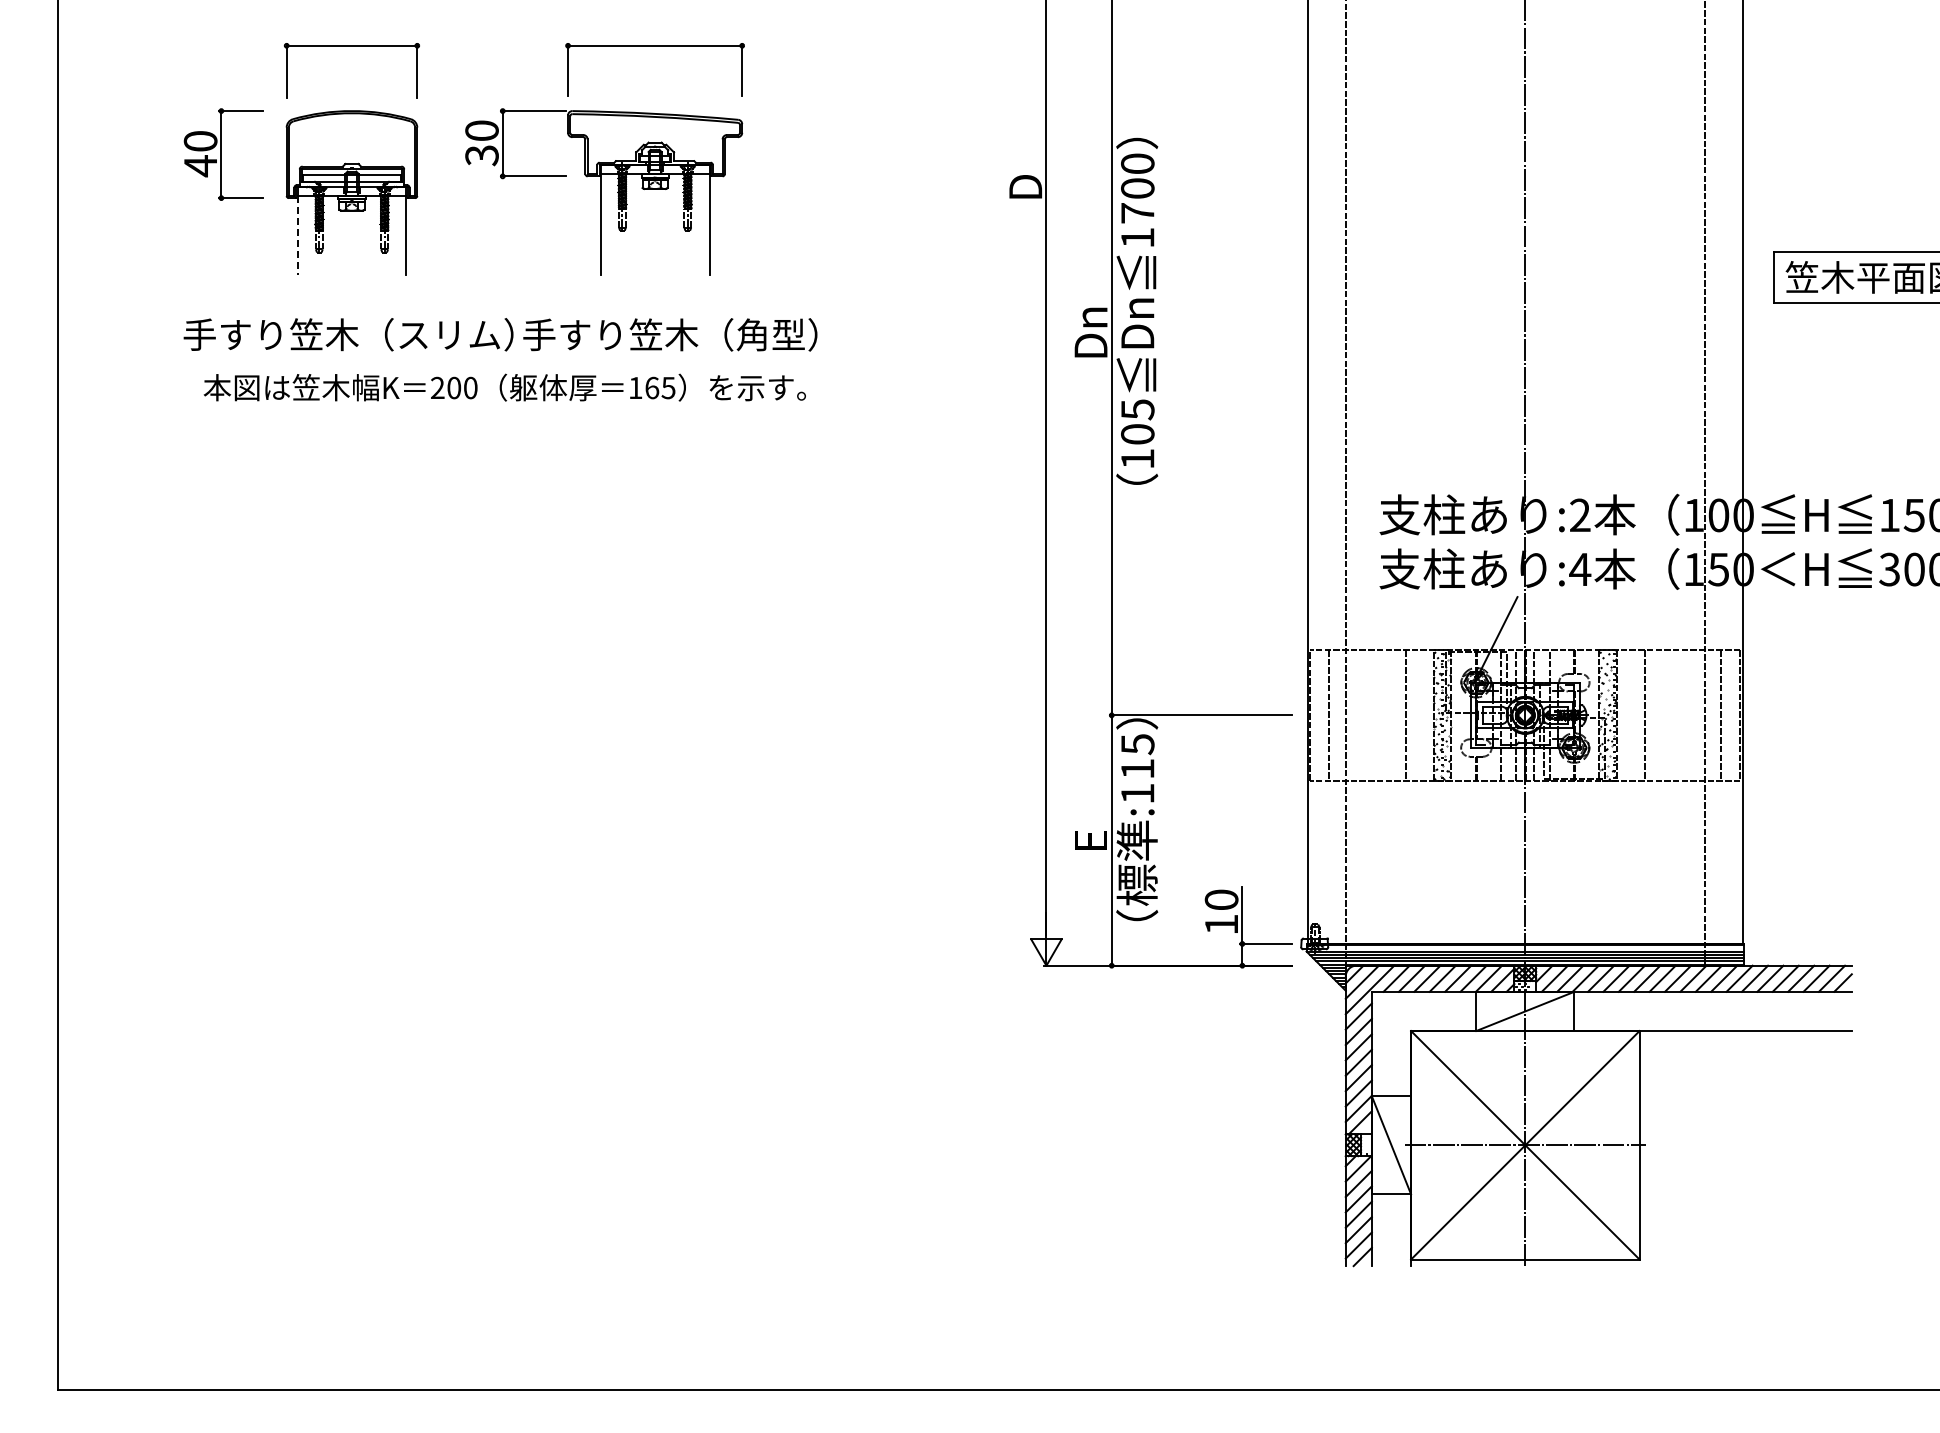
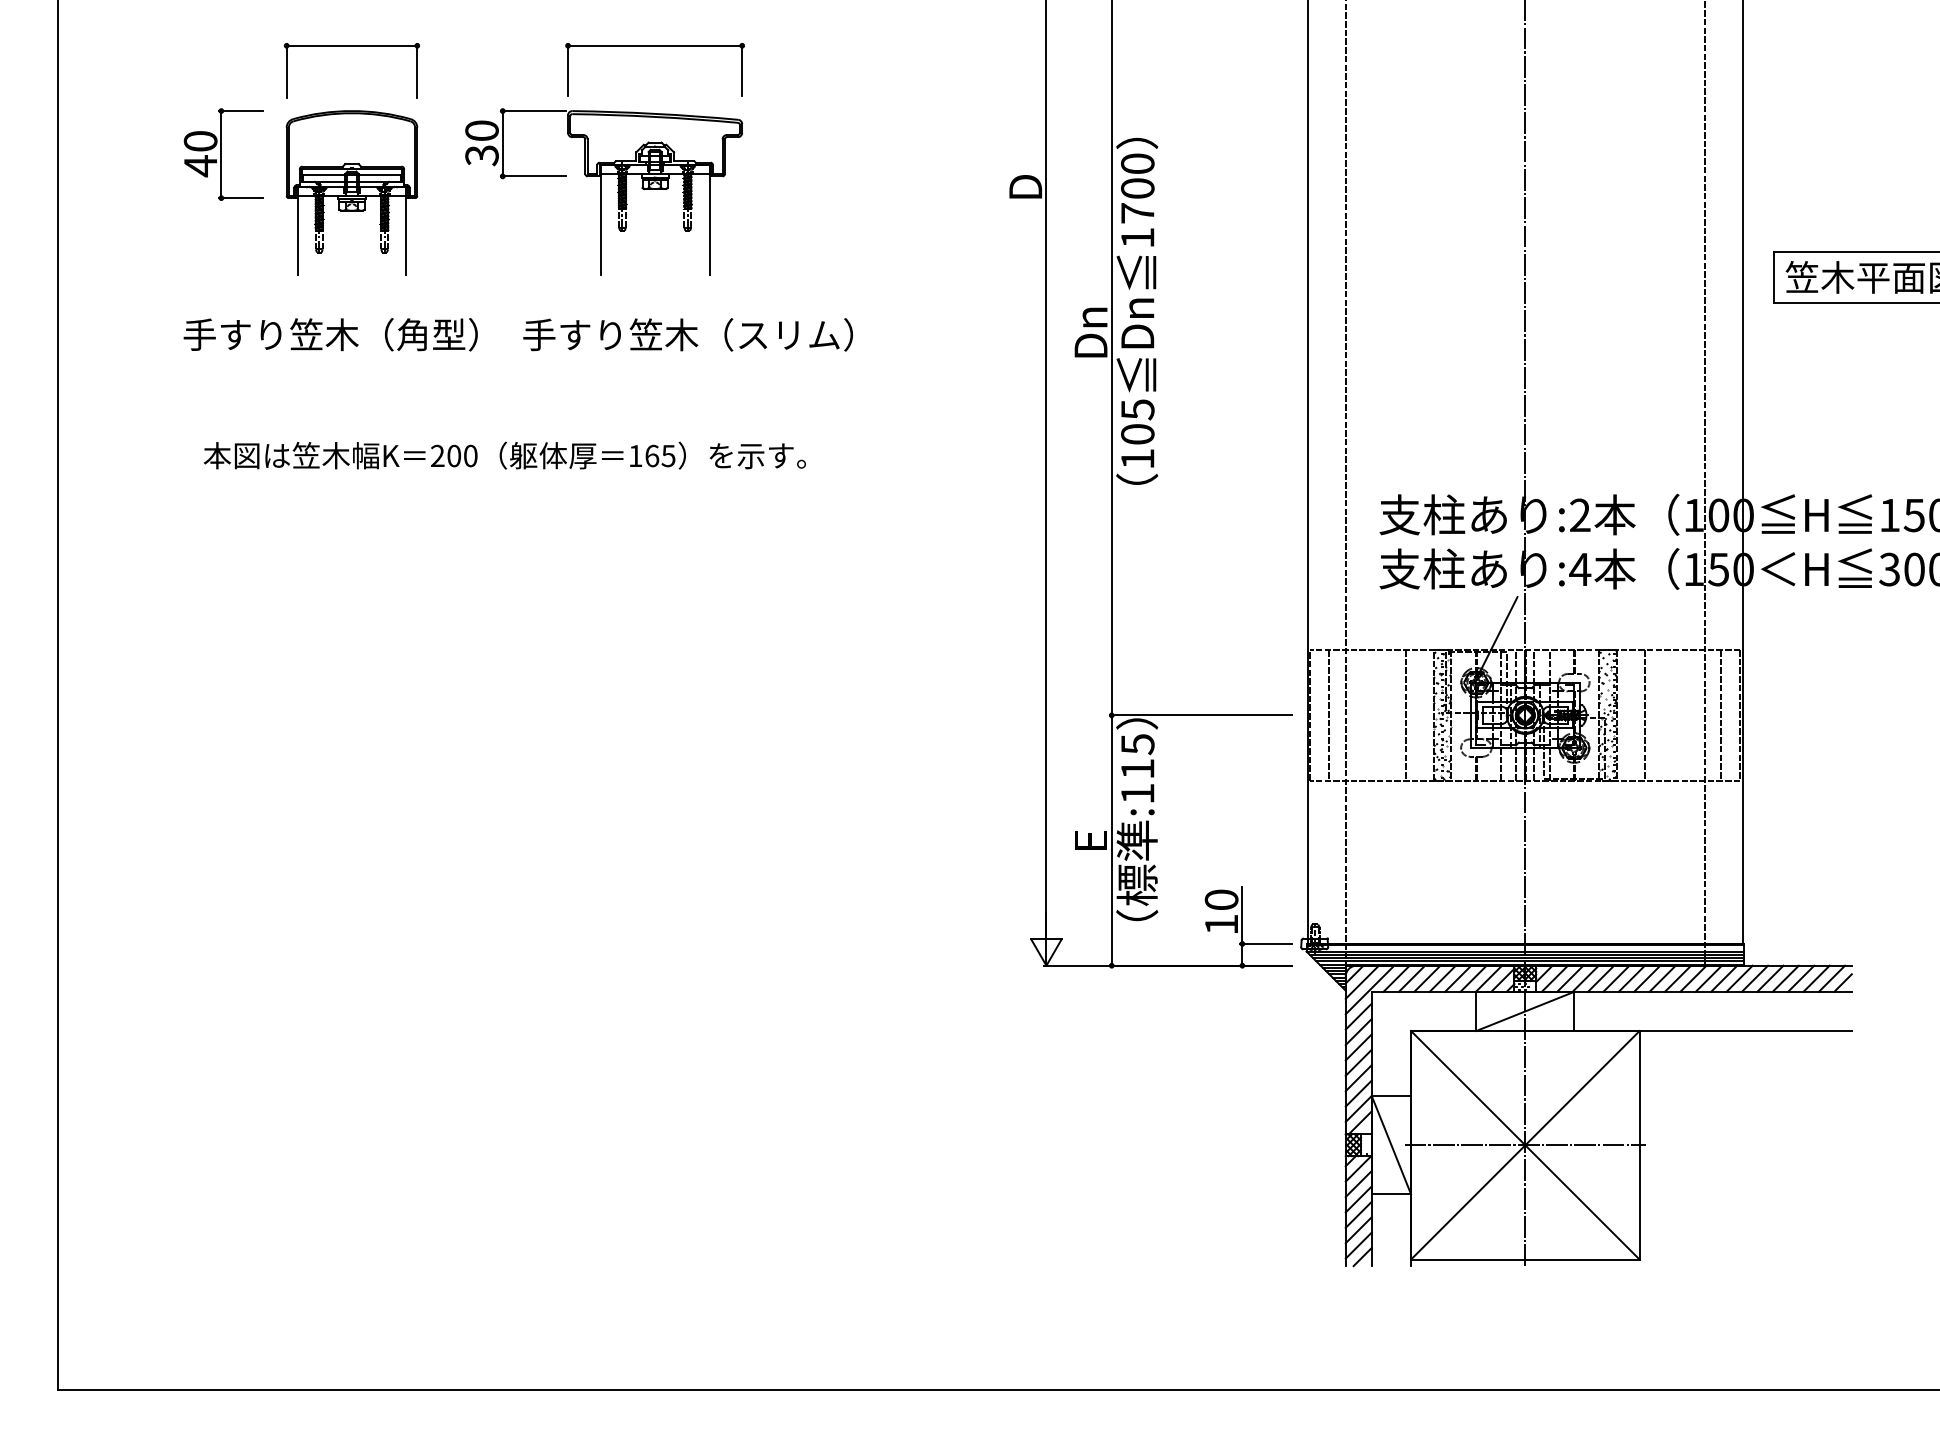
line at (297, 235): dashed -> solid
text at (455, 334): 手すり笠木（スリム） -> 手すり笠木（角型）
text at (794, 334): 手すり笠木（角型） -> 手すり笠木（スリム）
text at (504, 387) position: (504, 387) -> (504, 455)
